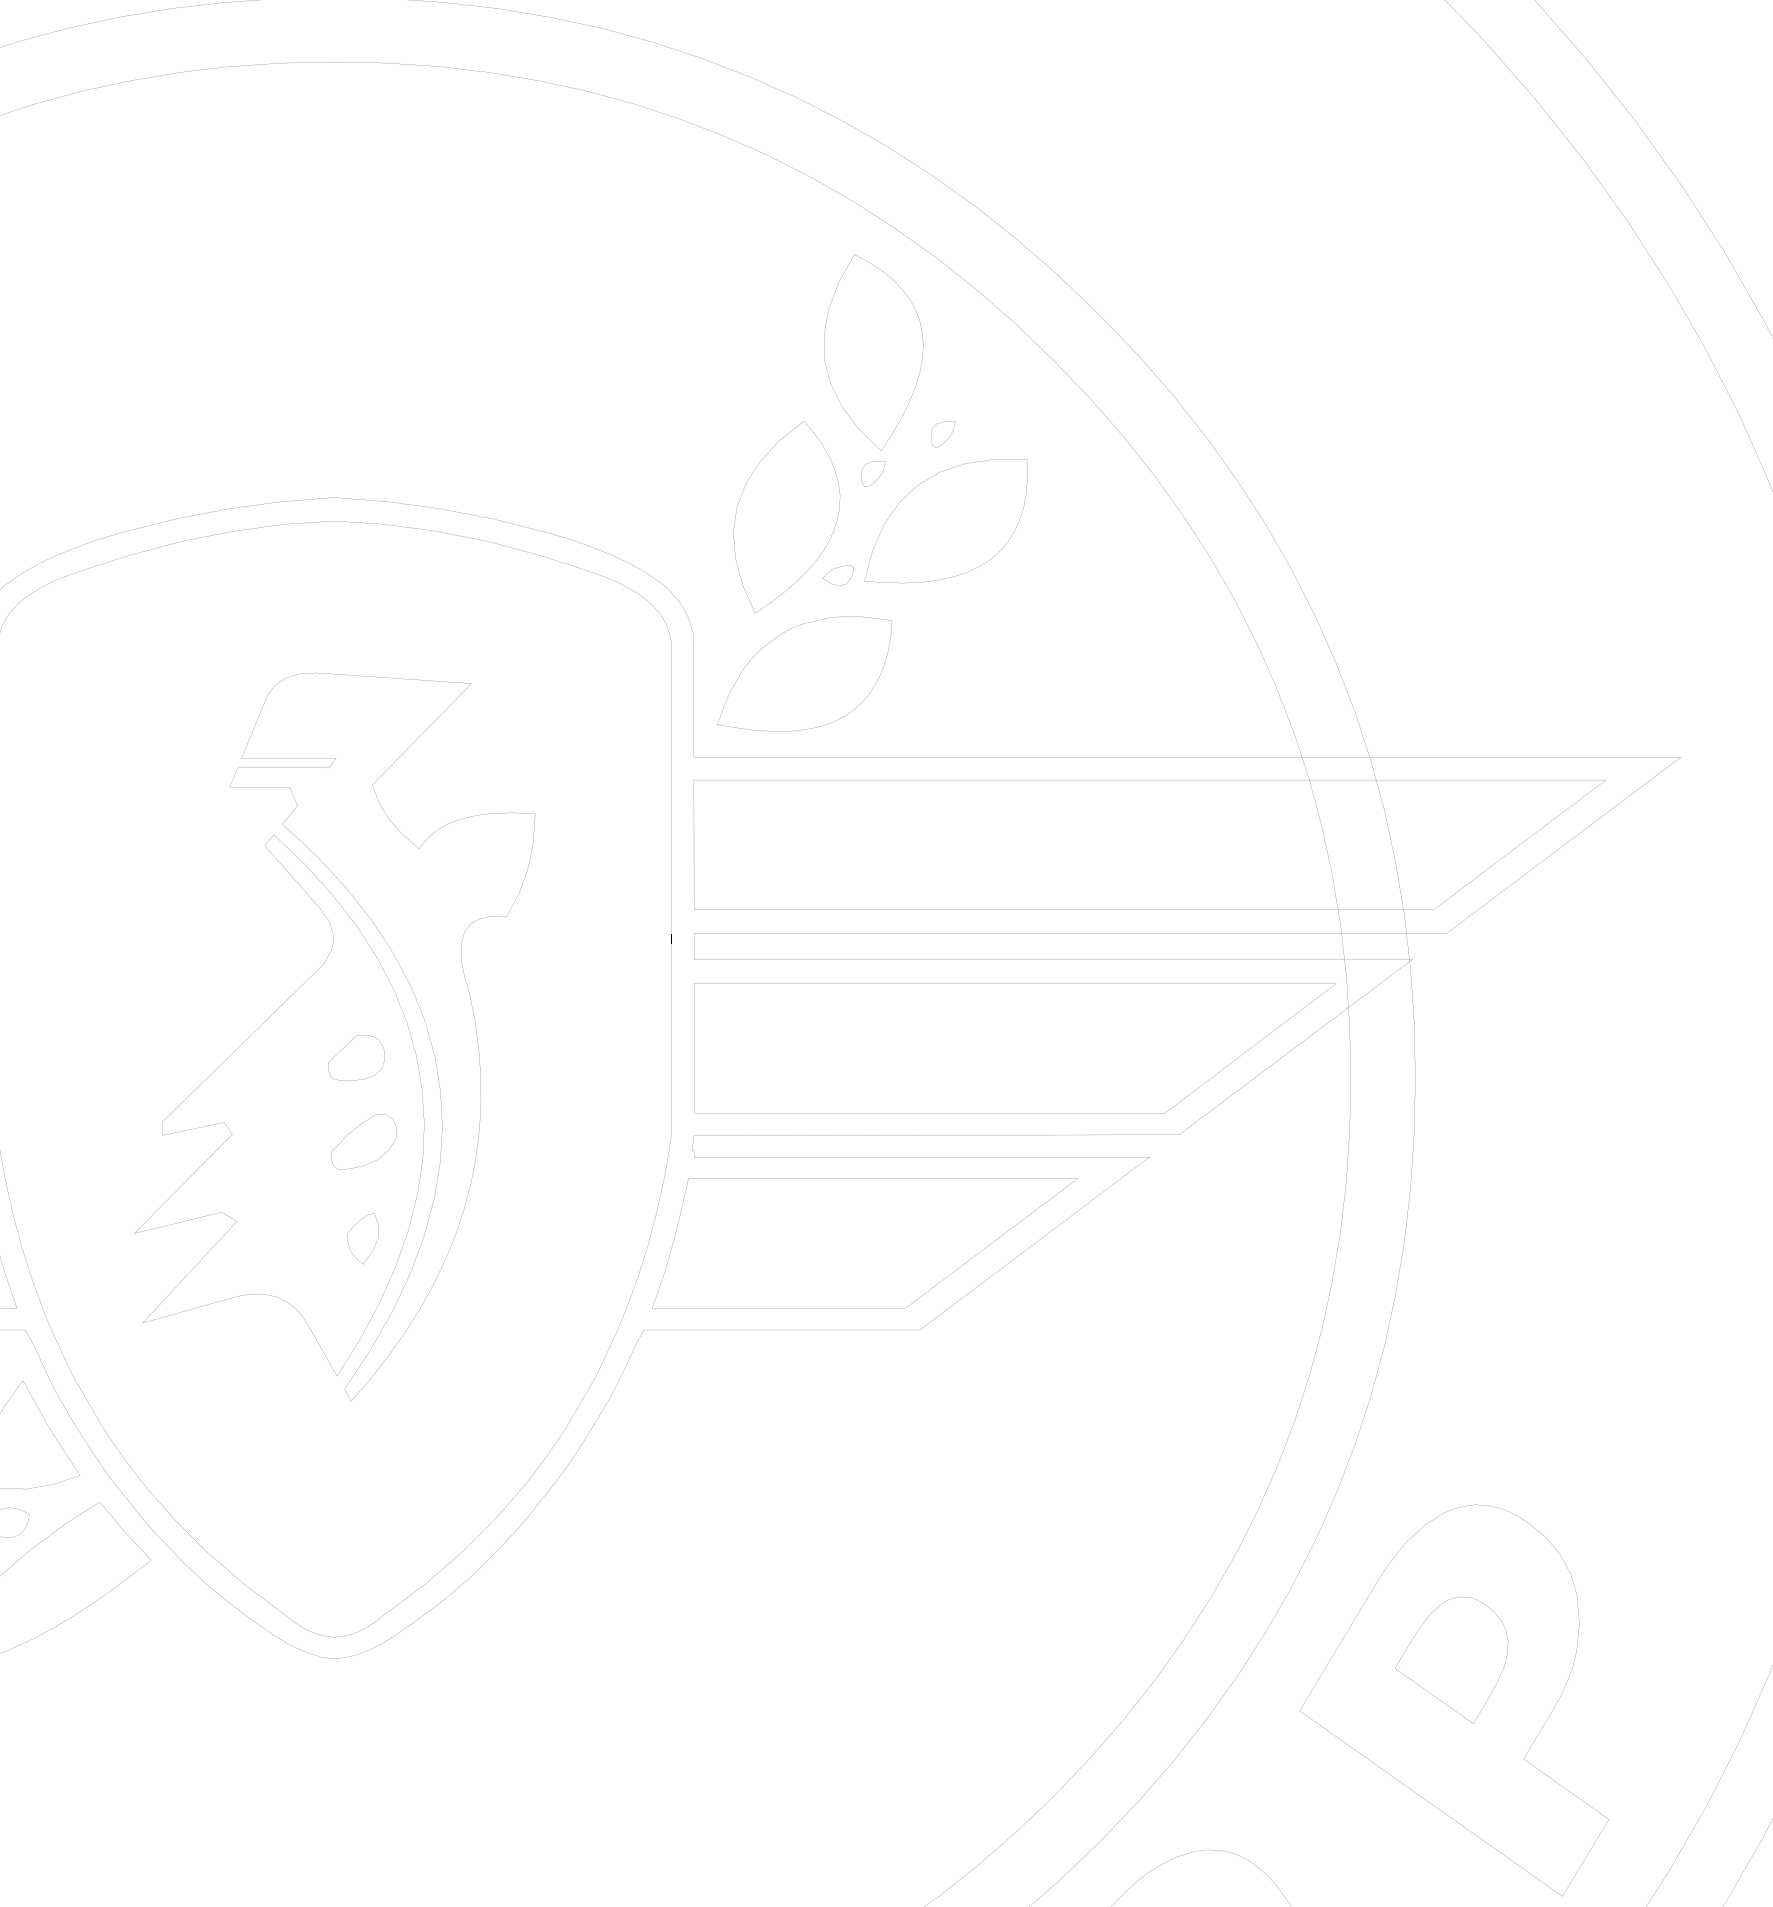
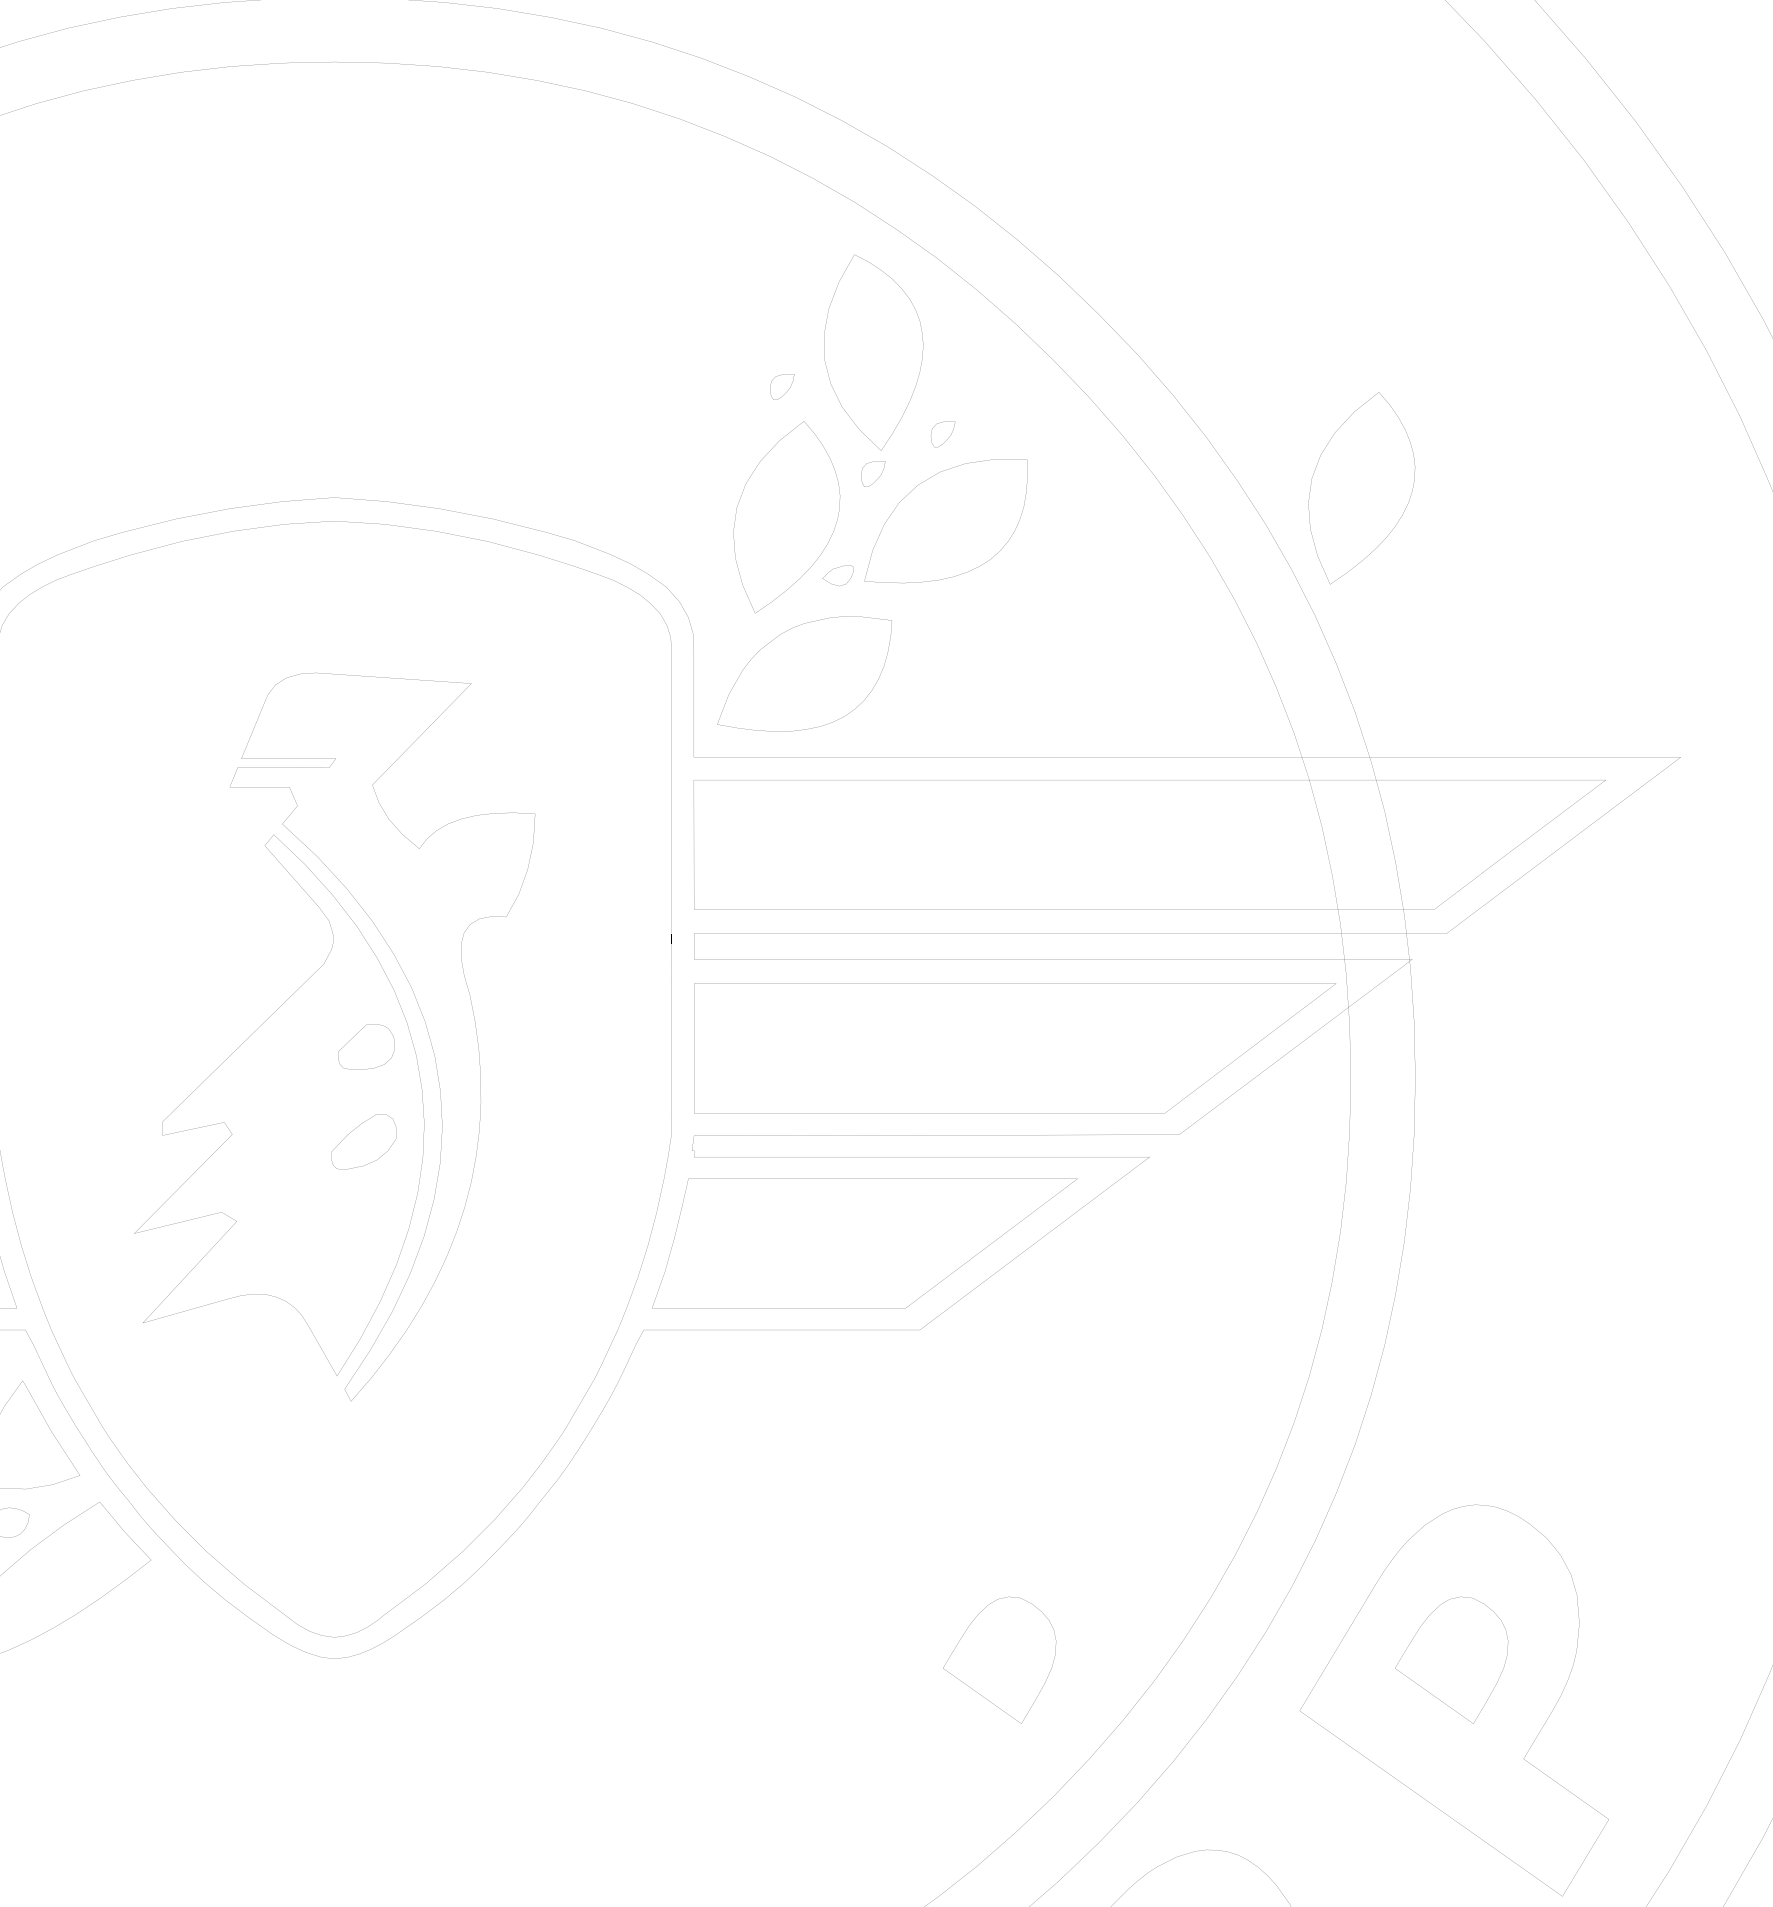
part at (788, 389): none -> present
part at (1404, 510): none -> present
part at (345, 1046) position: (345, 1046) -> (355, 1035)
part at (352, 1228): present -> none
part at (977, 1692): none -> present
